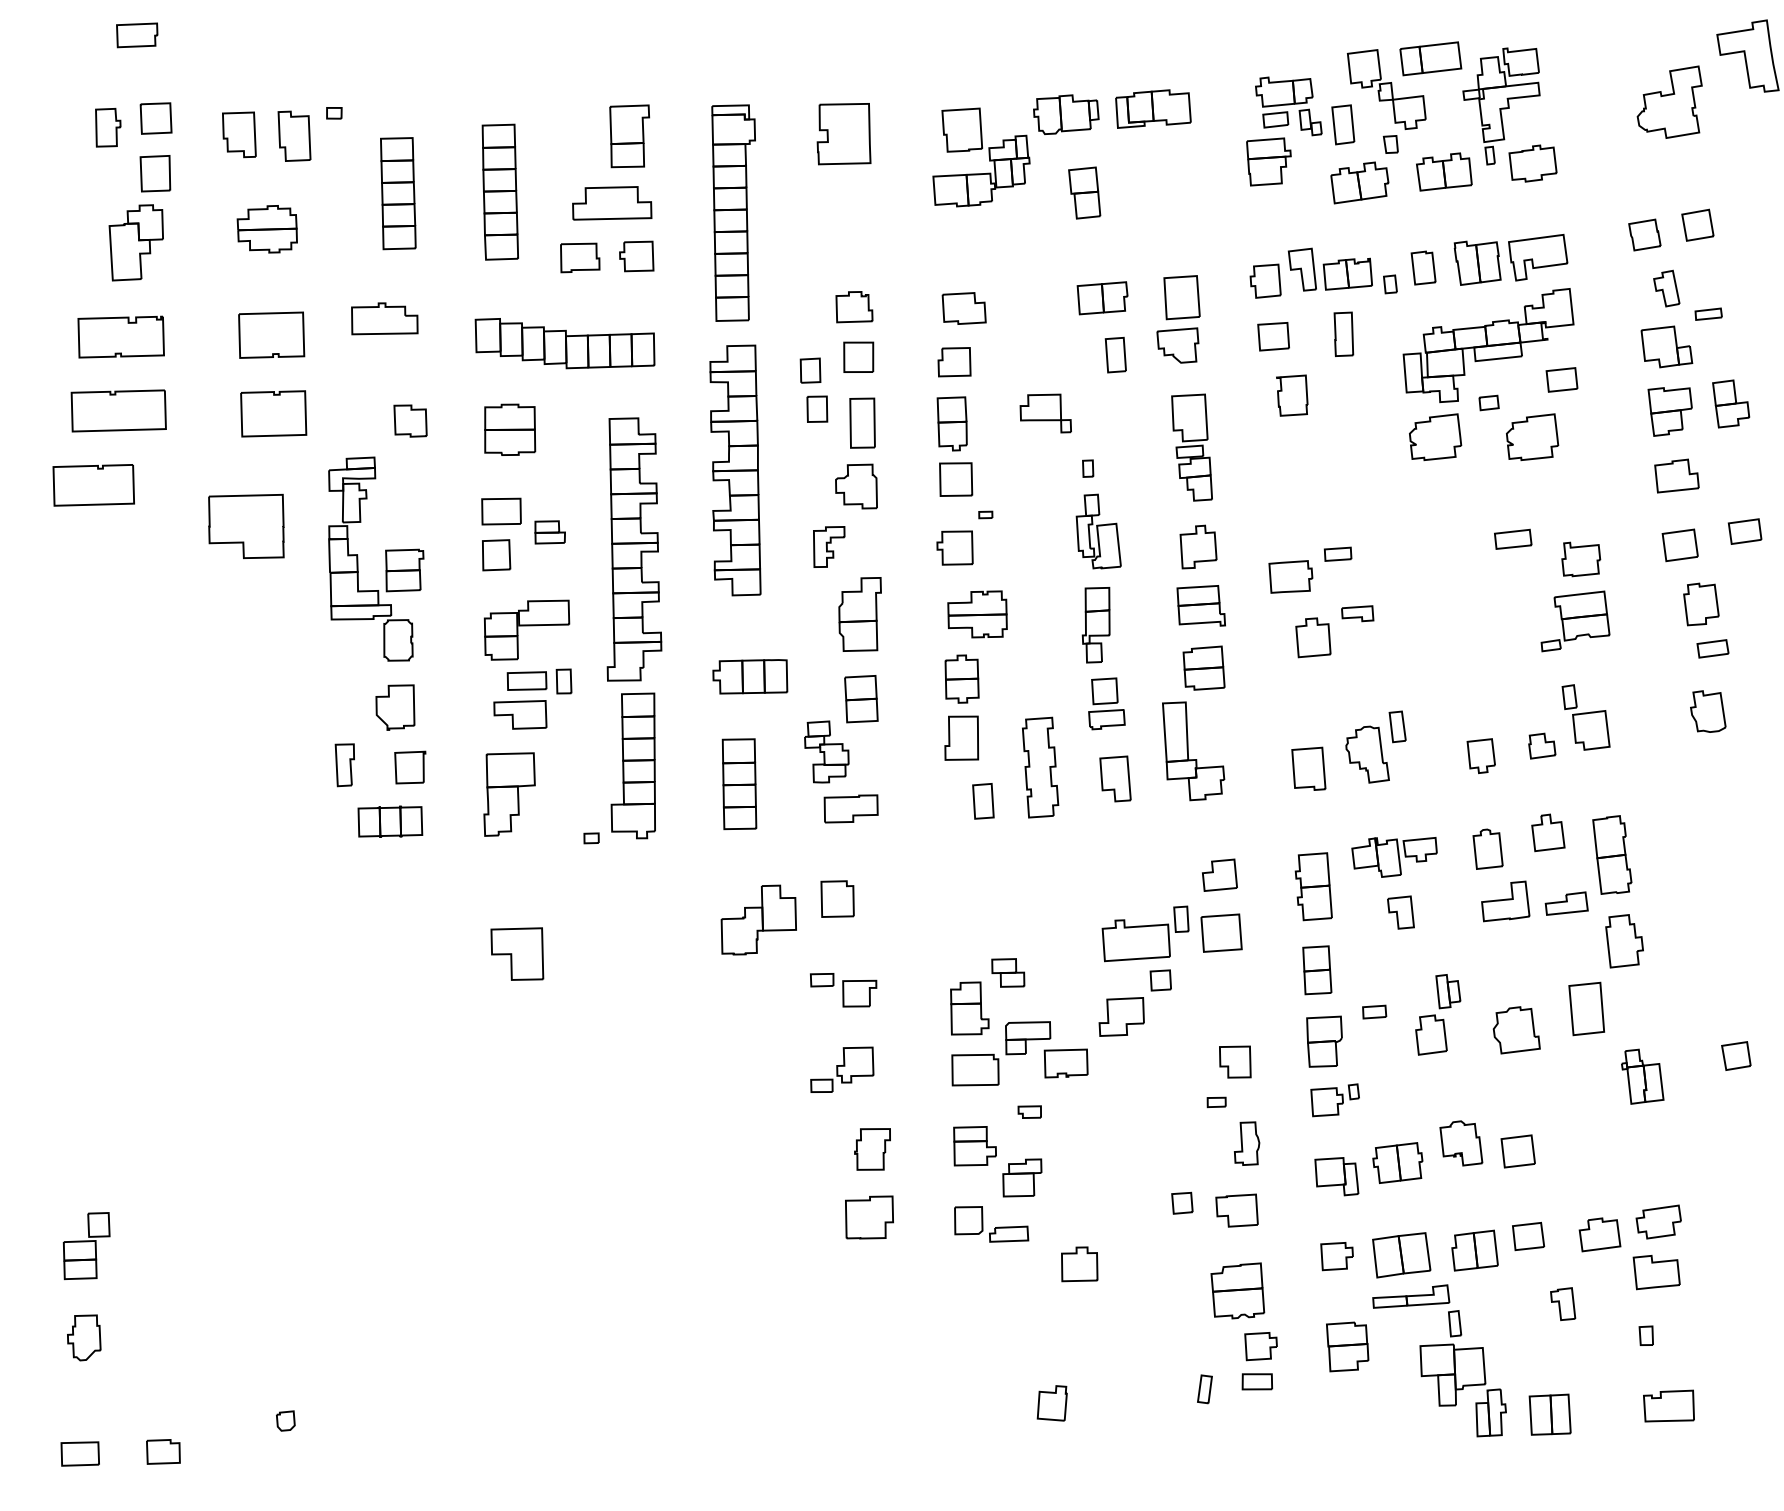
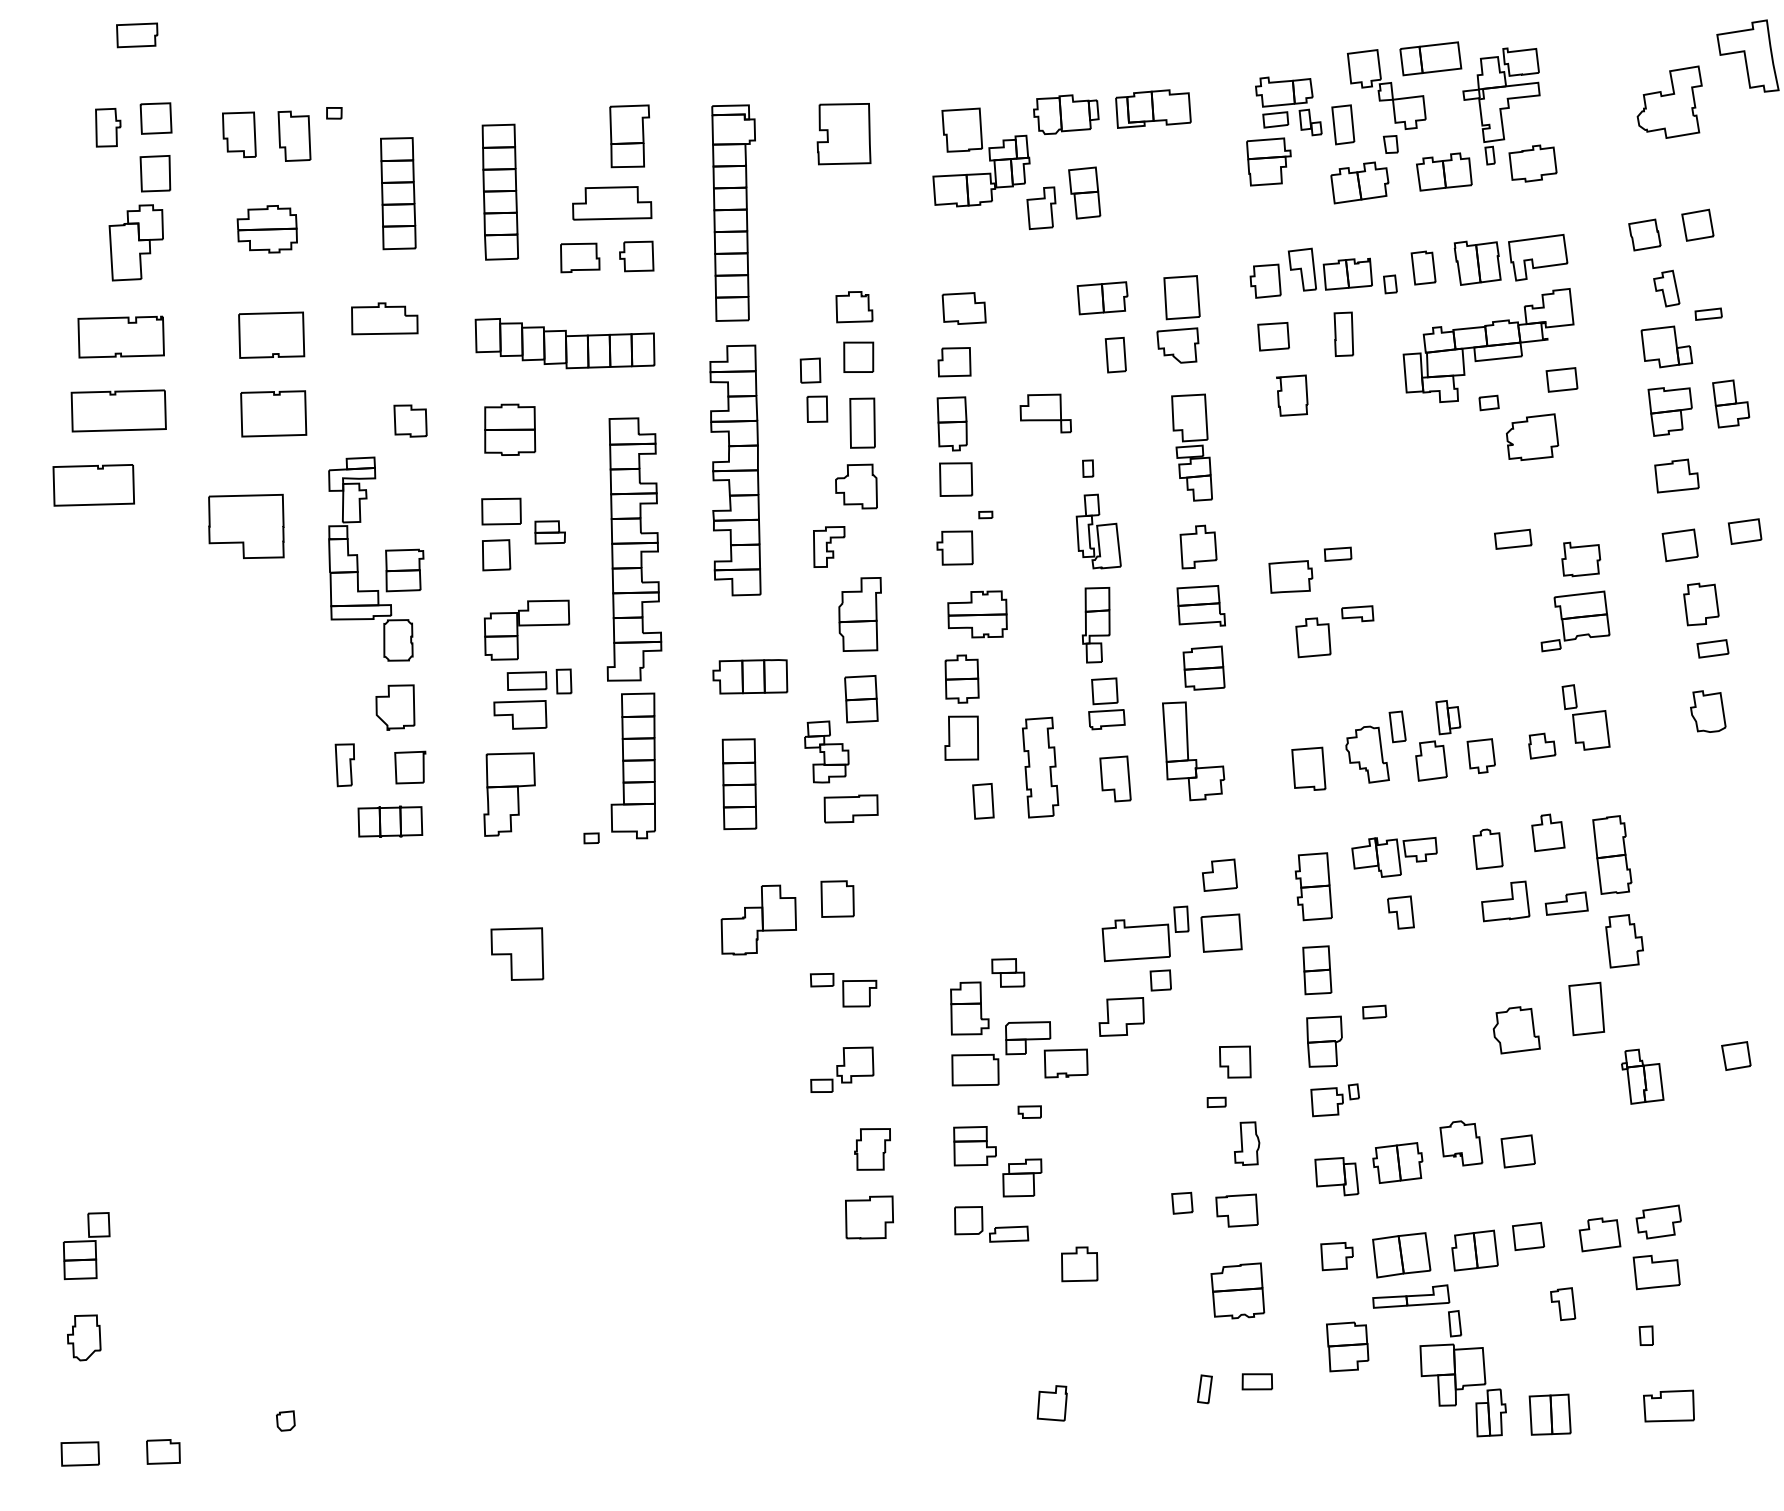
part at (1041, 208): none -> present
part at (1435, 437): present -> none
part at (1438, 1014) position: (1438, 1014) -> (1438, 740)
part at (1260, 1346): present -> none
